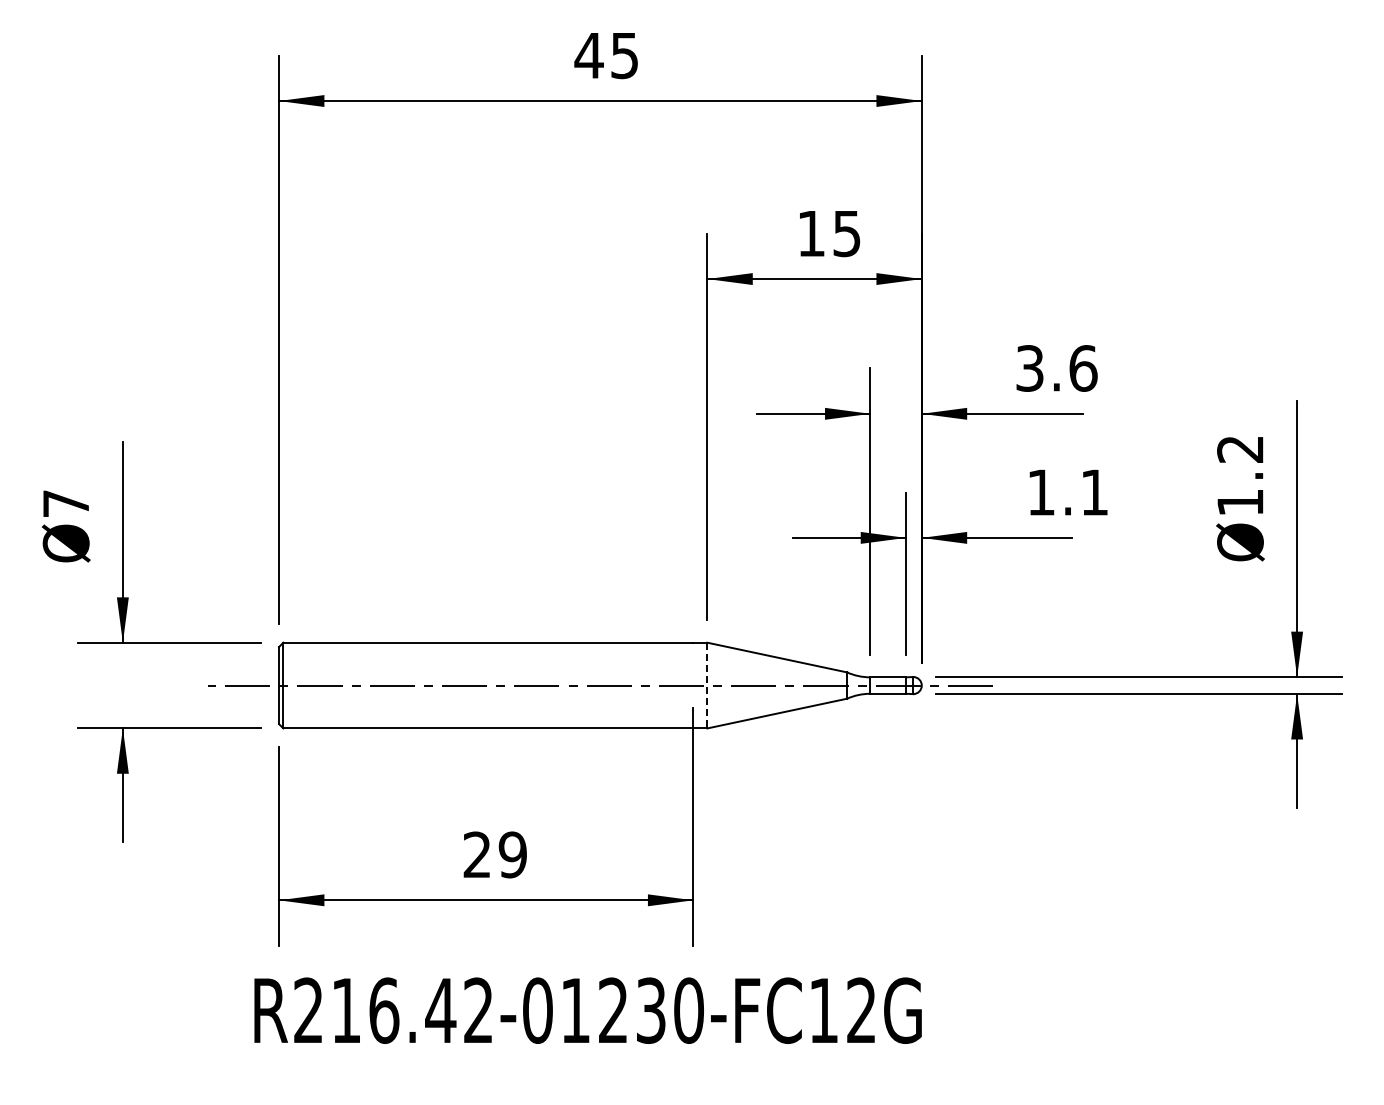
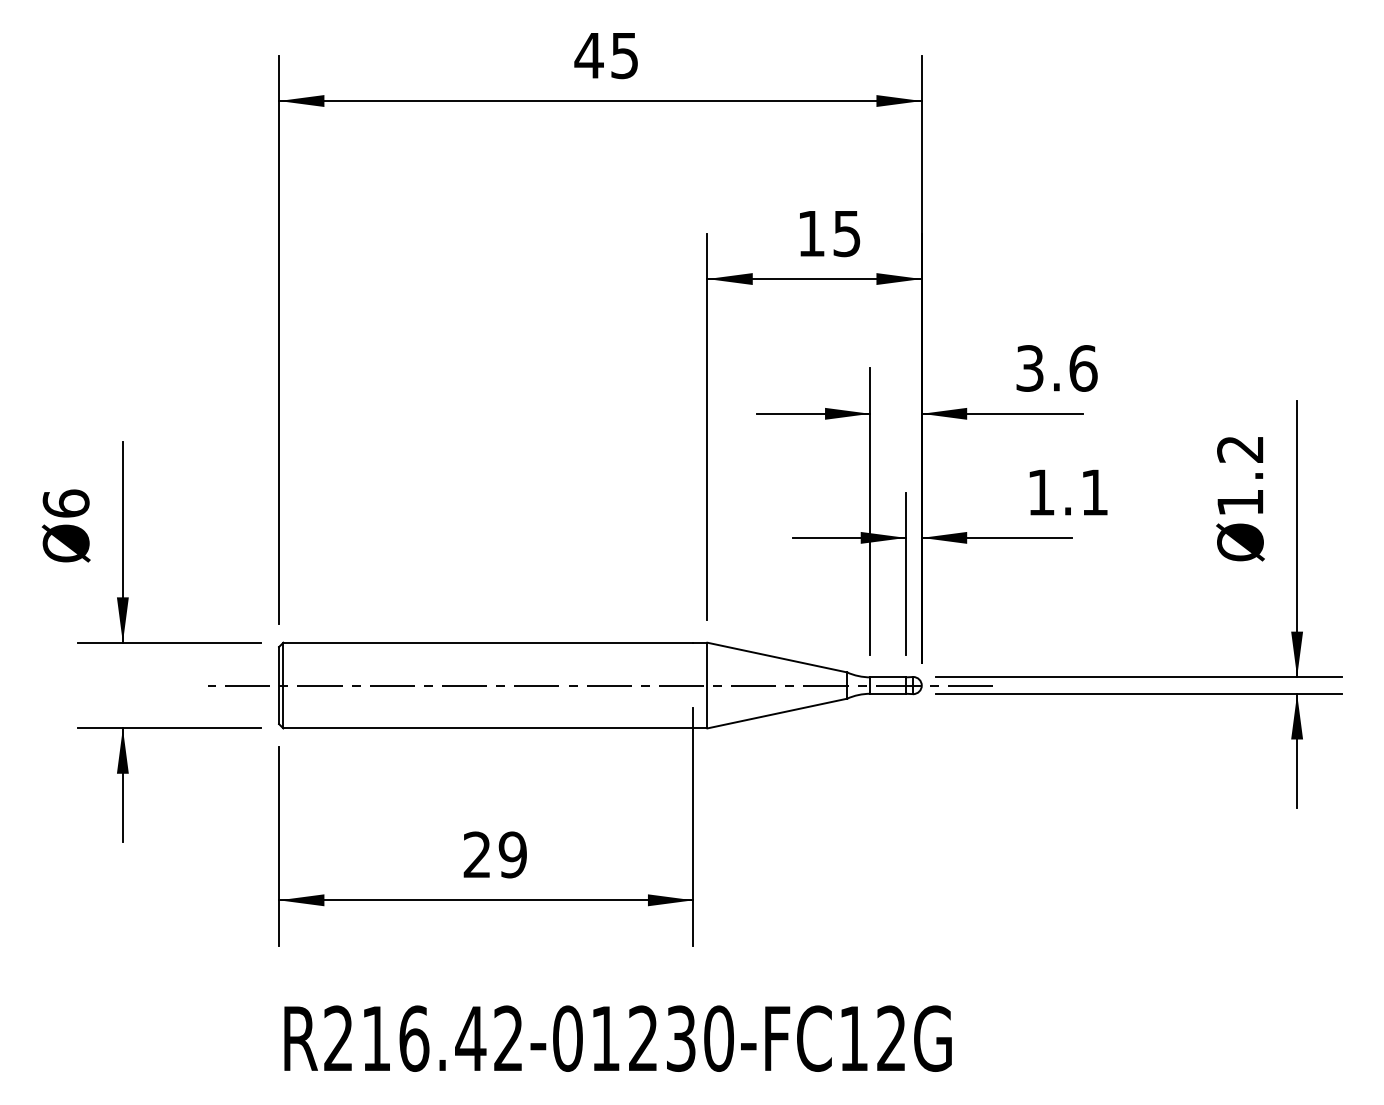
text at (65, 503): Ø7 -> Ø6
line at (707, 685): dashed -> solid
text at (587, 1010) position: (587, 1010) -> (617, 1038)
